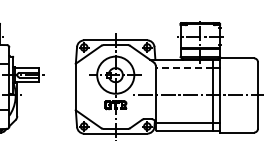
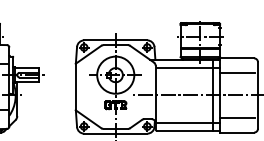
line at (185, 68): dashed -> solid
line at (237, 72): none -> present
line at (237, 118): none -> present
